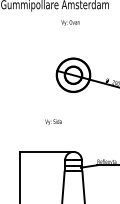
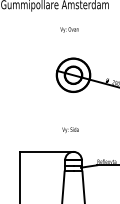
text at (70, 22) position: (70, 22) -> (69, 29)
text at (53, 121) position: (53, 121) -> (70, 129)
